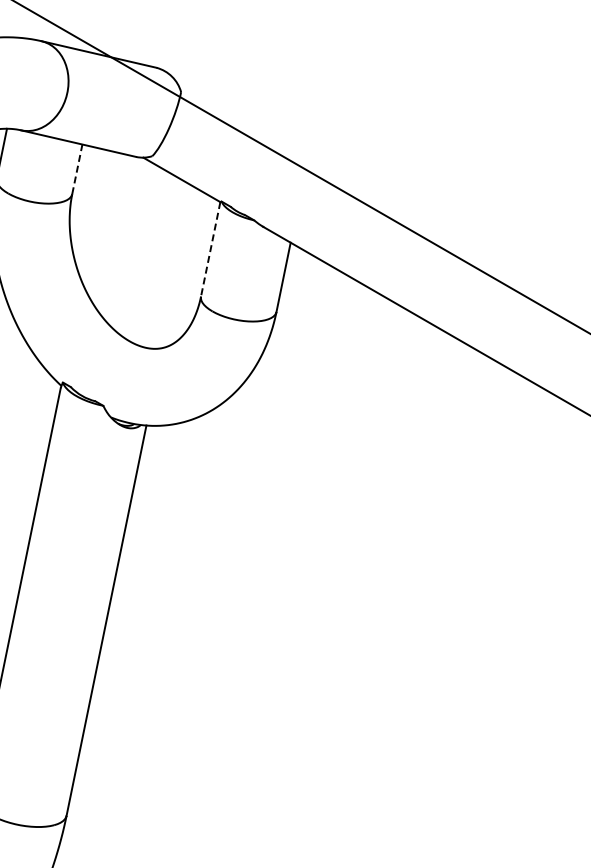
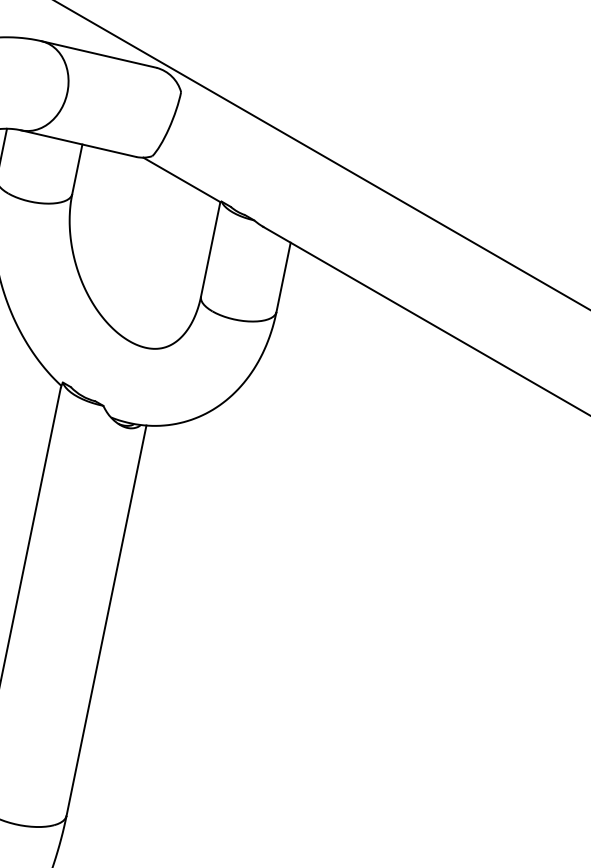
line at (301, 167) position: (301, 167) -> (322, 155)
line at (77, 168): dashed -> solid
line at (210, 249): dashed -> solid
